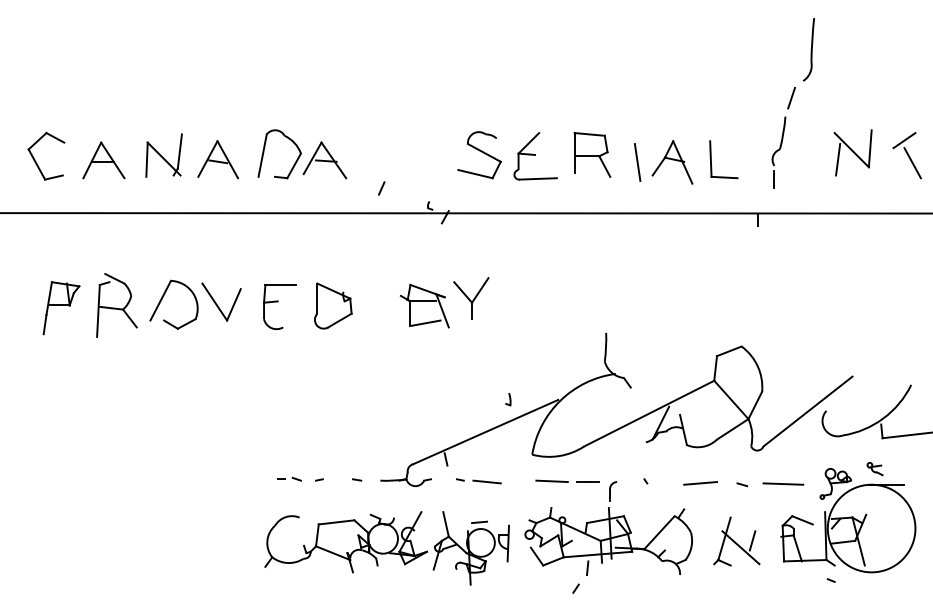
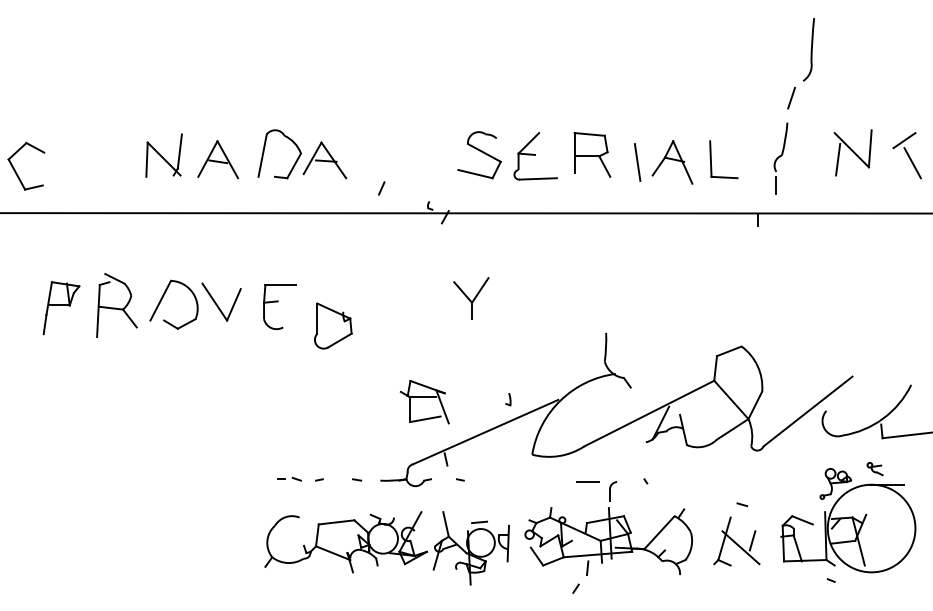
part at (778, 152) position: (778, 152) -> (780, 158)
part at (103, 160): present -> none
part at (36, 161) position: (36, 161) -> (16, 171)
part at (333, 305) position: (333, 305) -> (333, 325)
part at (424, 306) position: (424, 306) -> (424, 402)
line at (486, 481): present -> none
line at (551, 481): present -> none
line at (700, 483): present -> none
line at (783, 483): present -> none
line at (742, 484) position: (742, 484) -> (742, 504)
